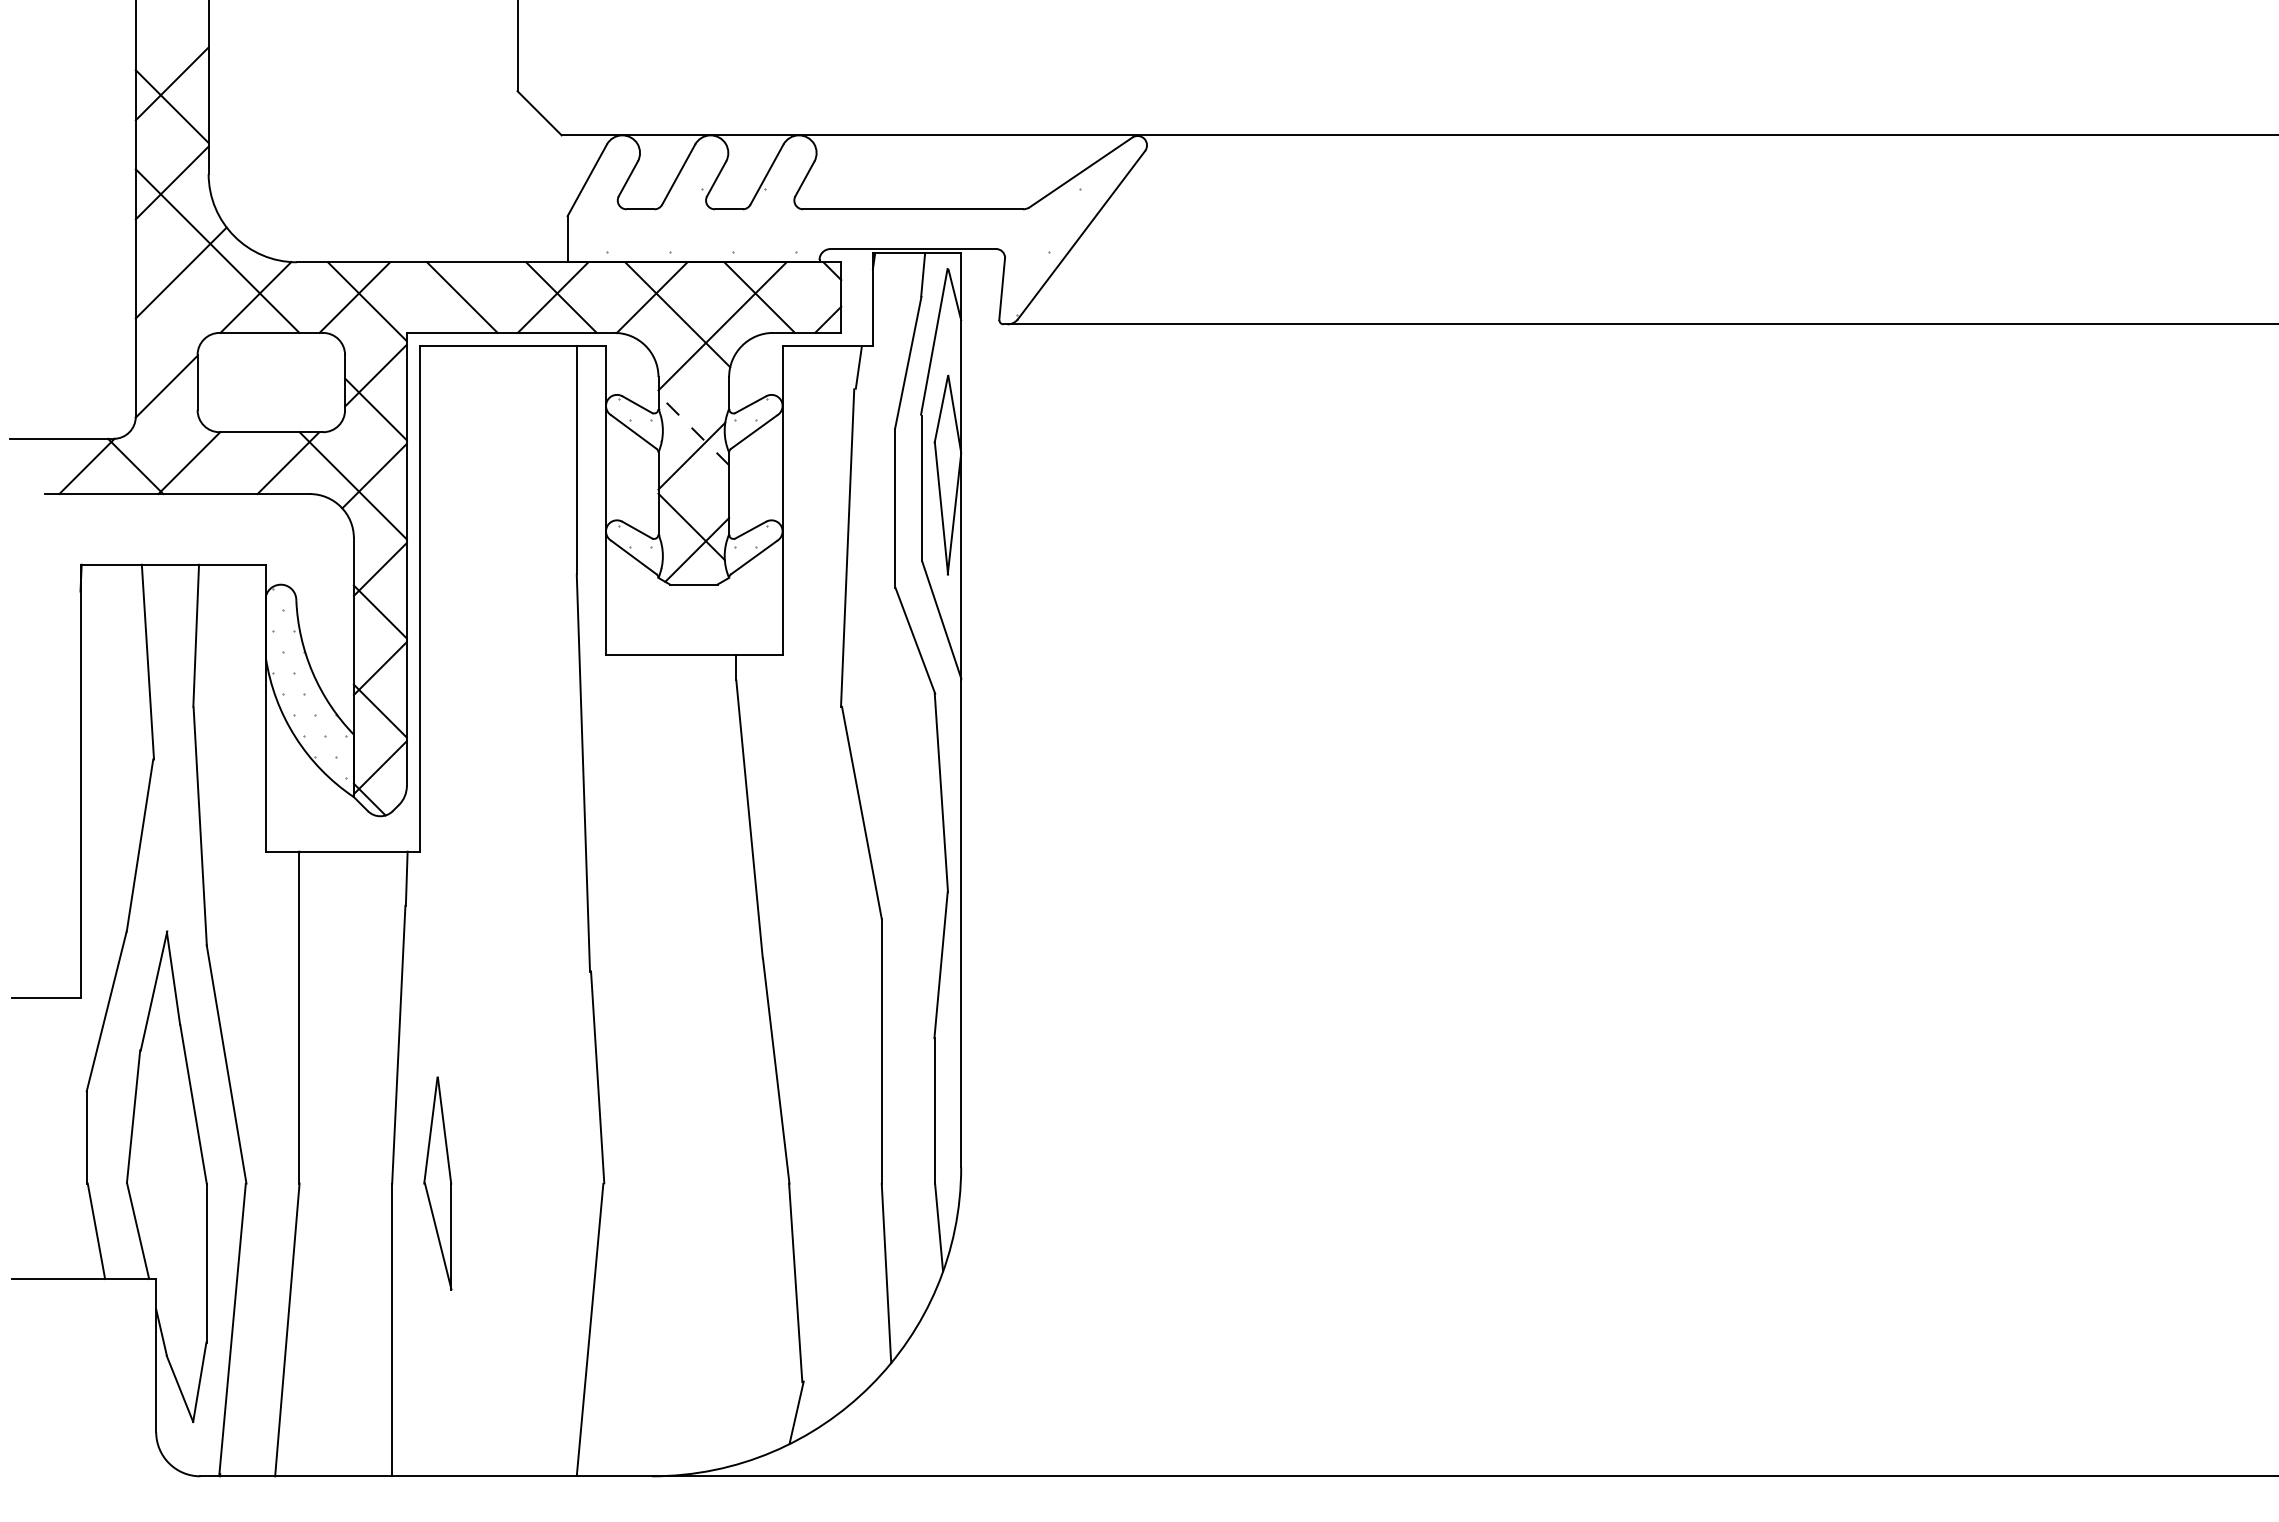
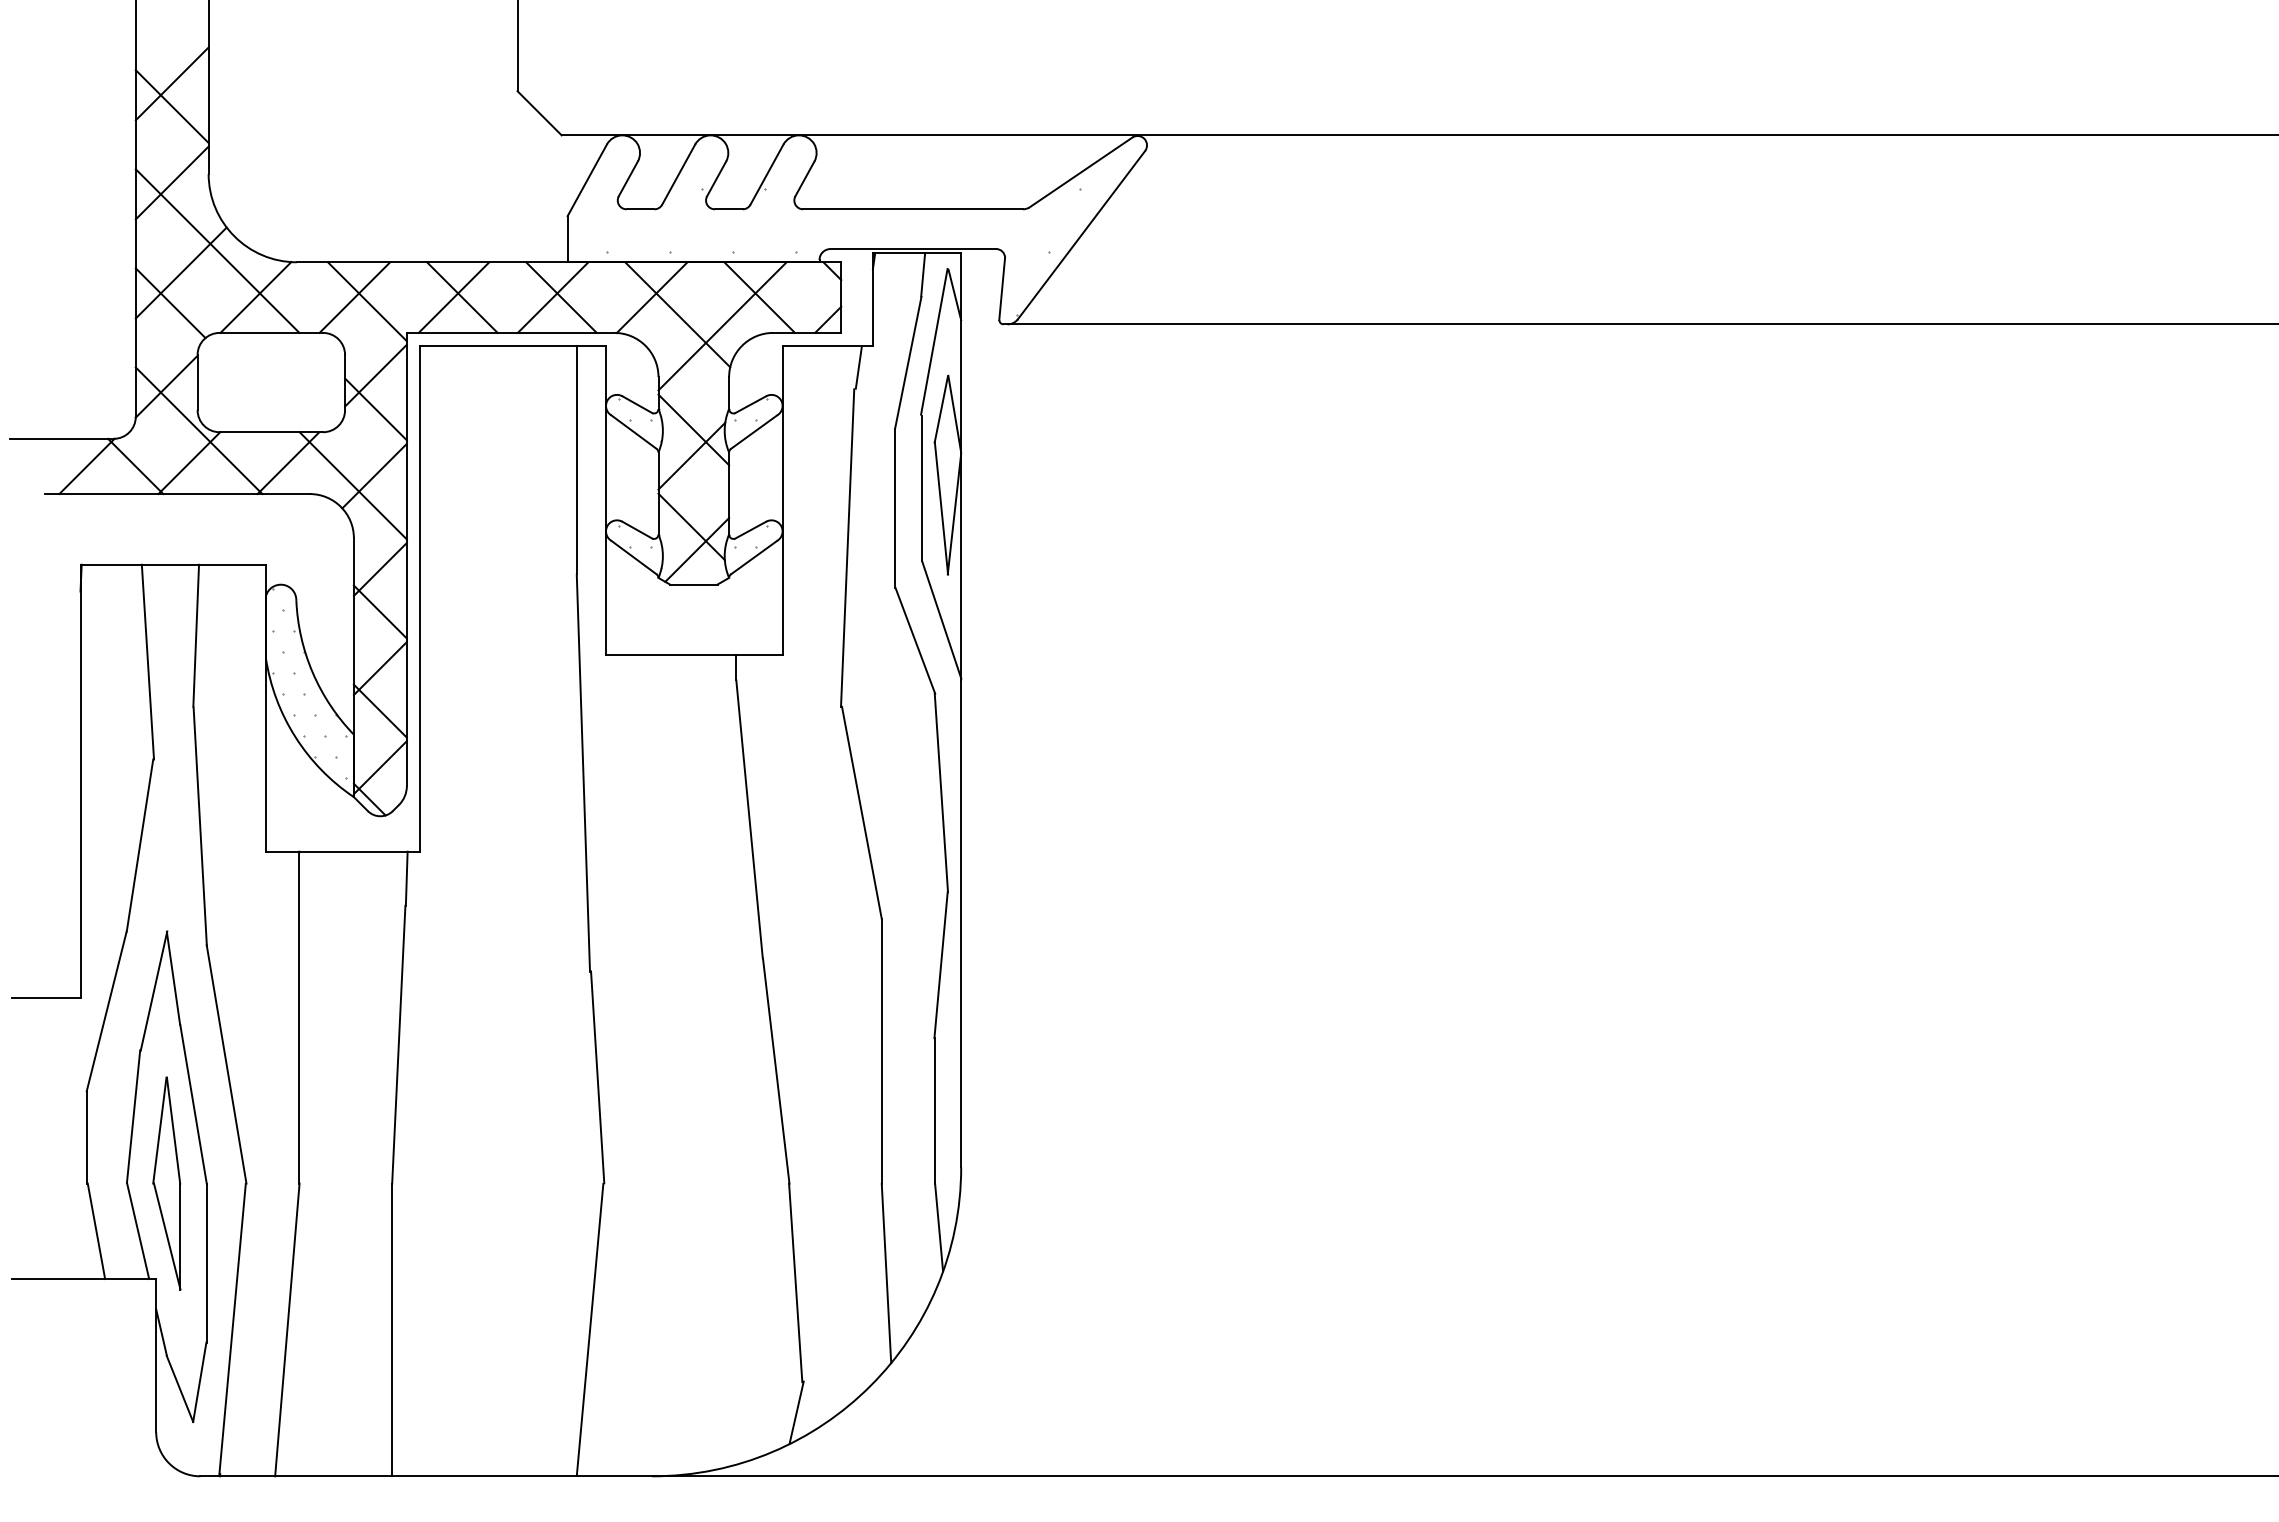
line at (453, 297): none -> present
line at (170, 303): none -> present
line at (693, 429): dashed -> solid
line at (198, 430): none -> present
part at (437, 1183) position: (437, 1183) -> (166, 1183)
